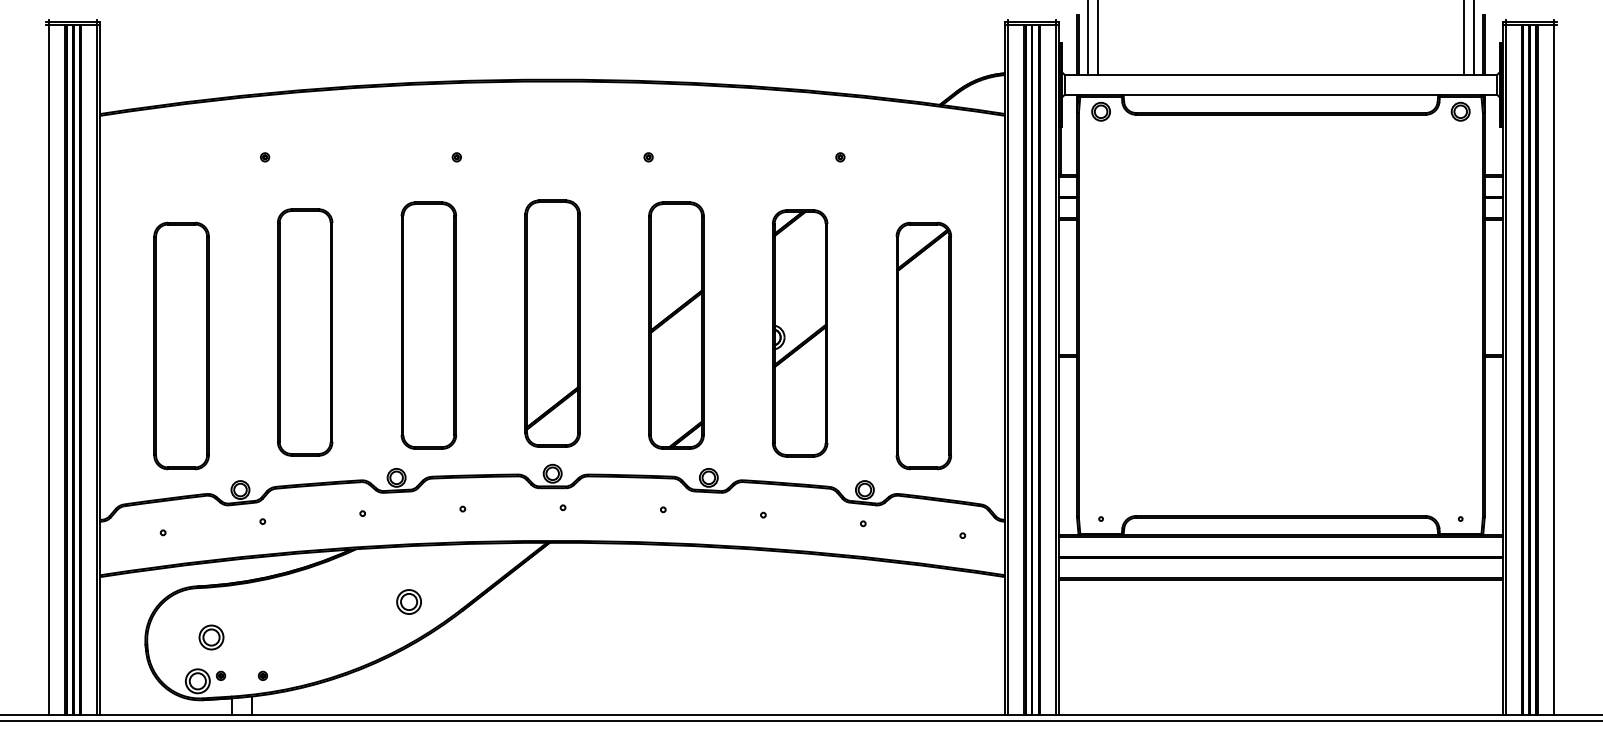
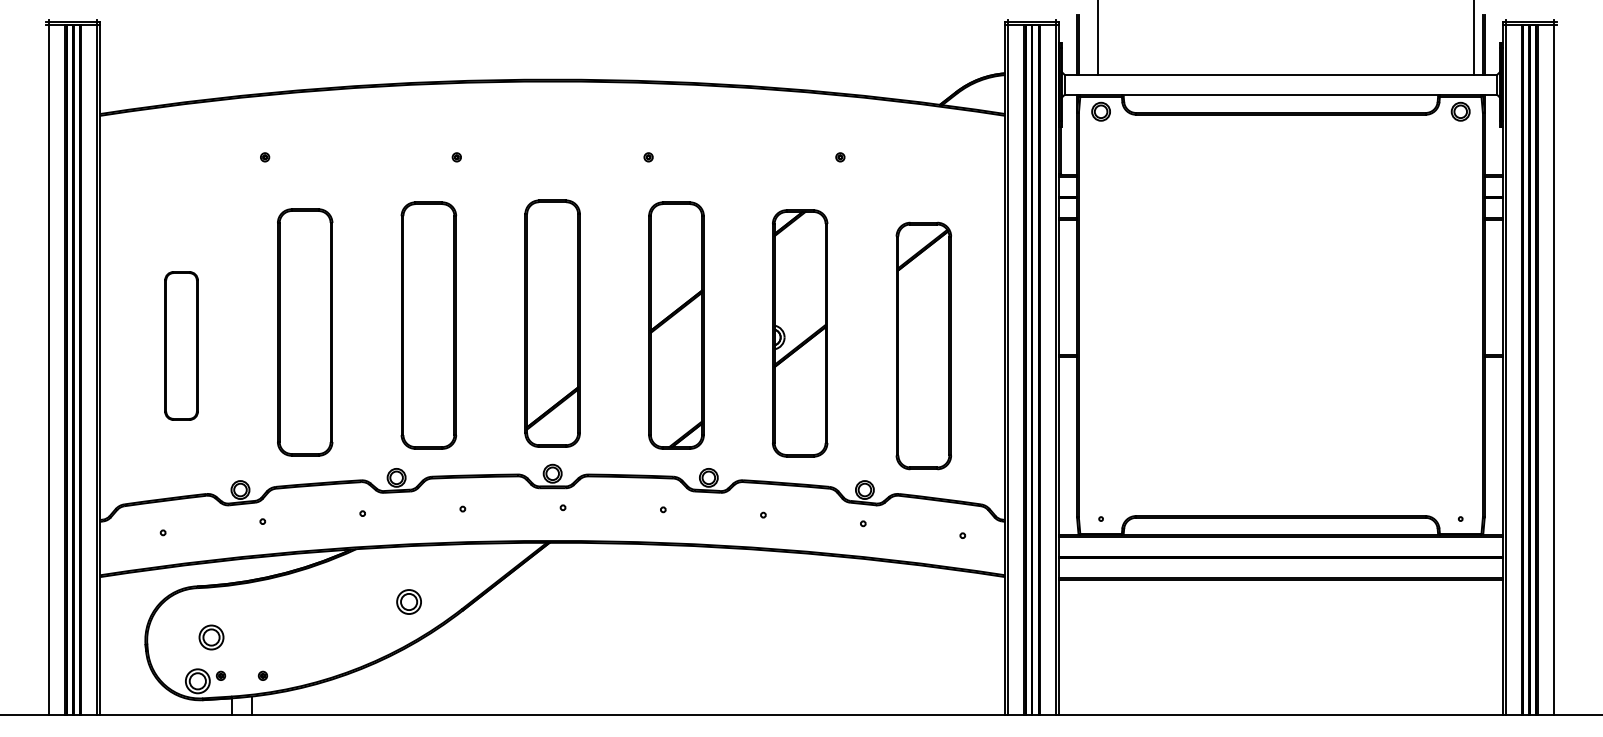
line at (1087, 38): present -> none
line at (1464, 38): present -> none
part at (181, 345) size: 57x250 px -> 35x150 px
line at (800, 720): present -> none
